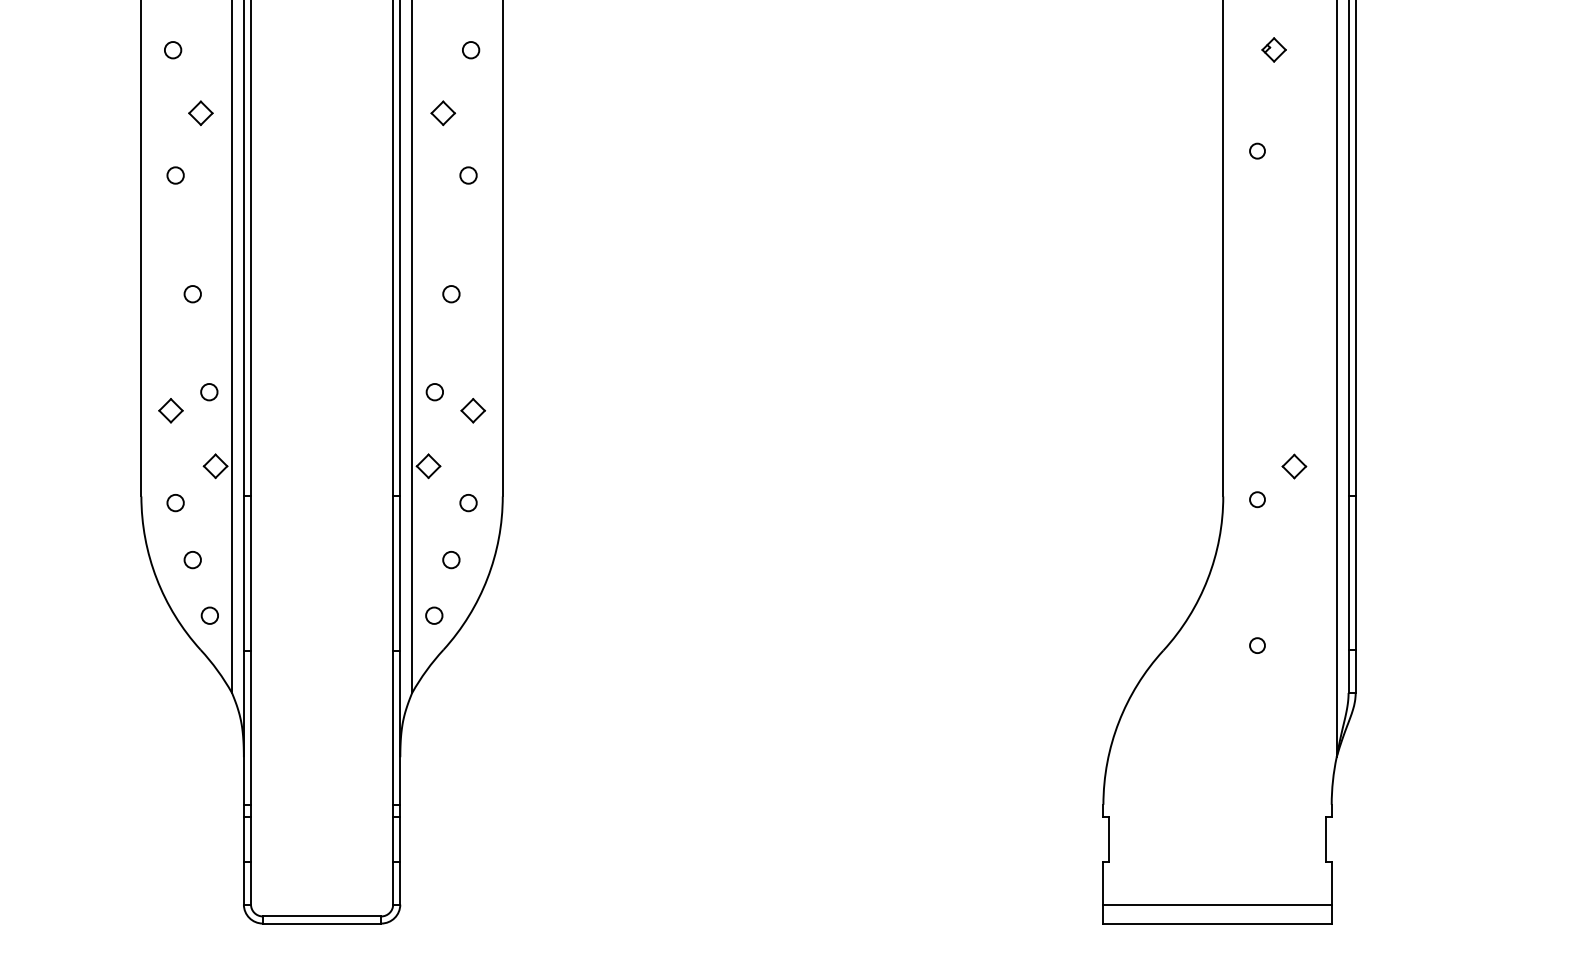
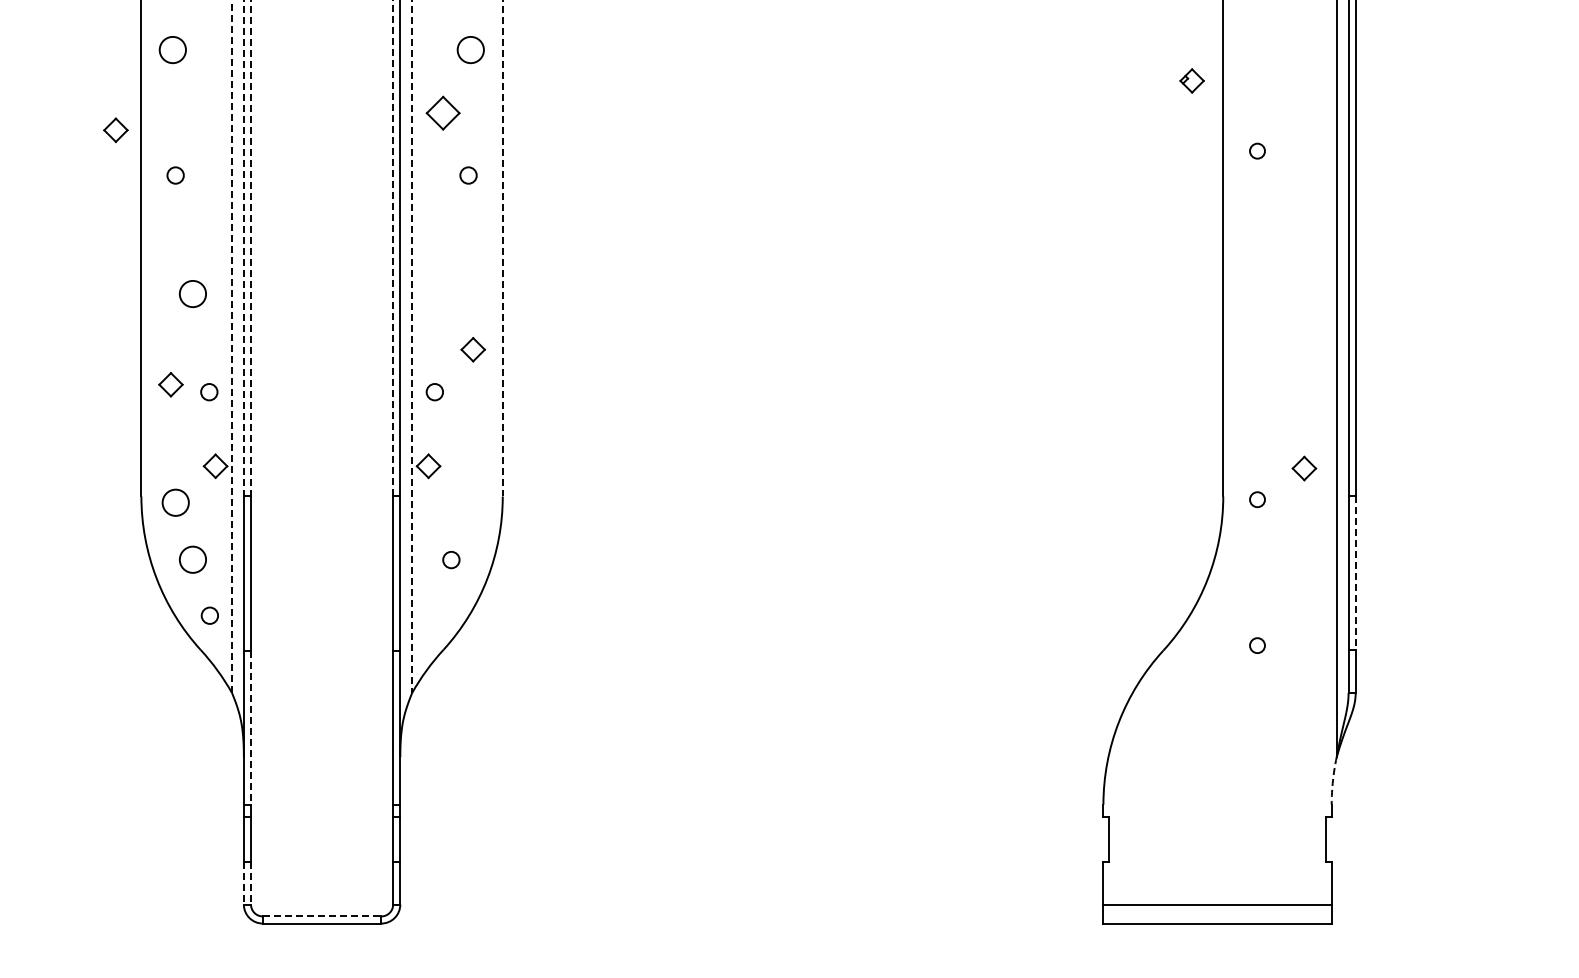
part at (1273, 49) position: (1273, 49) -> (1191, 80)
circle at (173, 50) size: 19x19 px -> 29x28 px
circle at (471, 50) size: 19x19 px -> 29x28 px
part at (200, 112) position: (200, 112) -> (115, 129)
part at (443, 113) size: 27x27 px -> 36x36 px
line at (243, 248): solid -> dashed
line at (251, 248): solid -> dashed
line at (393, 248): solid -> dashed
line at (502, 248): solid -> dashed
circle at (192, 294) size: 19x19 px -> 28x28 px
circle at (451, 294): present -> none
line at (232, 346): solid -> dashed
line at (412, 347): solid -> dashed
part at (170, 410) position: (170, 410) -> (170, 384)
part at (472, 410) position: (472, 410) -> (472, 349)
part at (1294, 466) position: (1294, 466) -> (1304, 468)
circle at (175, 503) size: 19x19 px -> 29x29 px
circle at (468, 503): present -> none
circle at (192, 560) size: 19x19 px -> 28x29 px
line at (1355, 573): solid -> dashed
circle at (434, 615): present -> none
line at (251, 728): solid -> dashed
arc at (1332, 780): solid -> dashed
line at (243, 884): solid -> dashed
line at (251, 884): solid -> dashed
line at (322, 916): solid -> dashed
